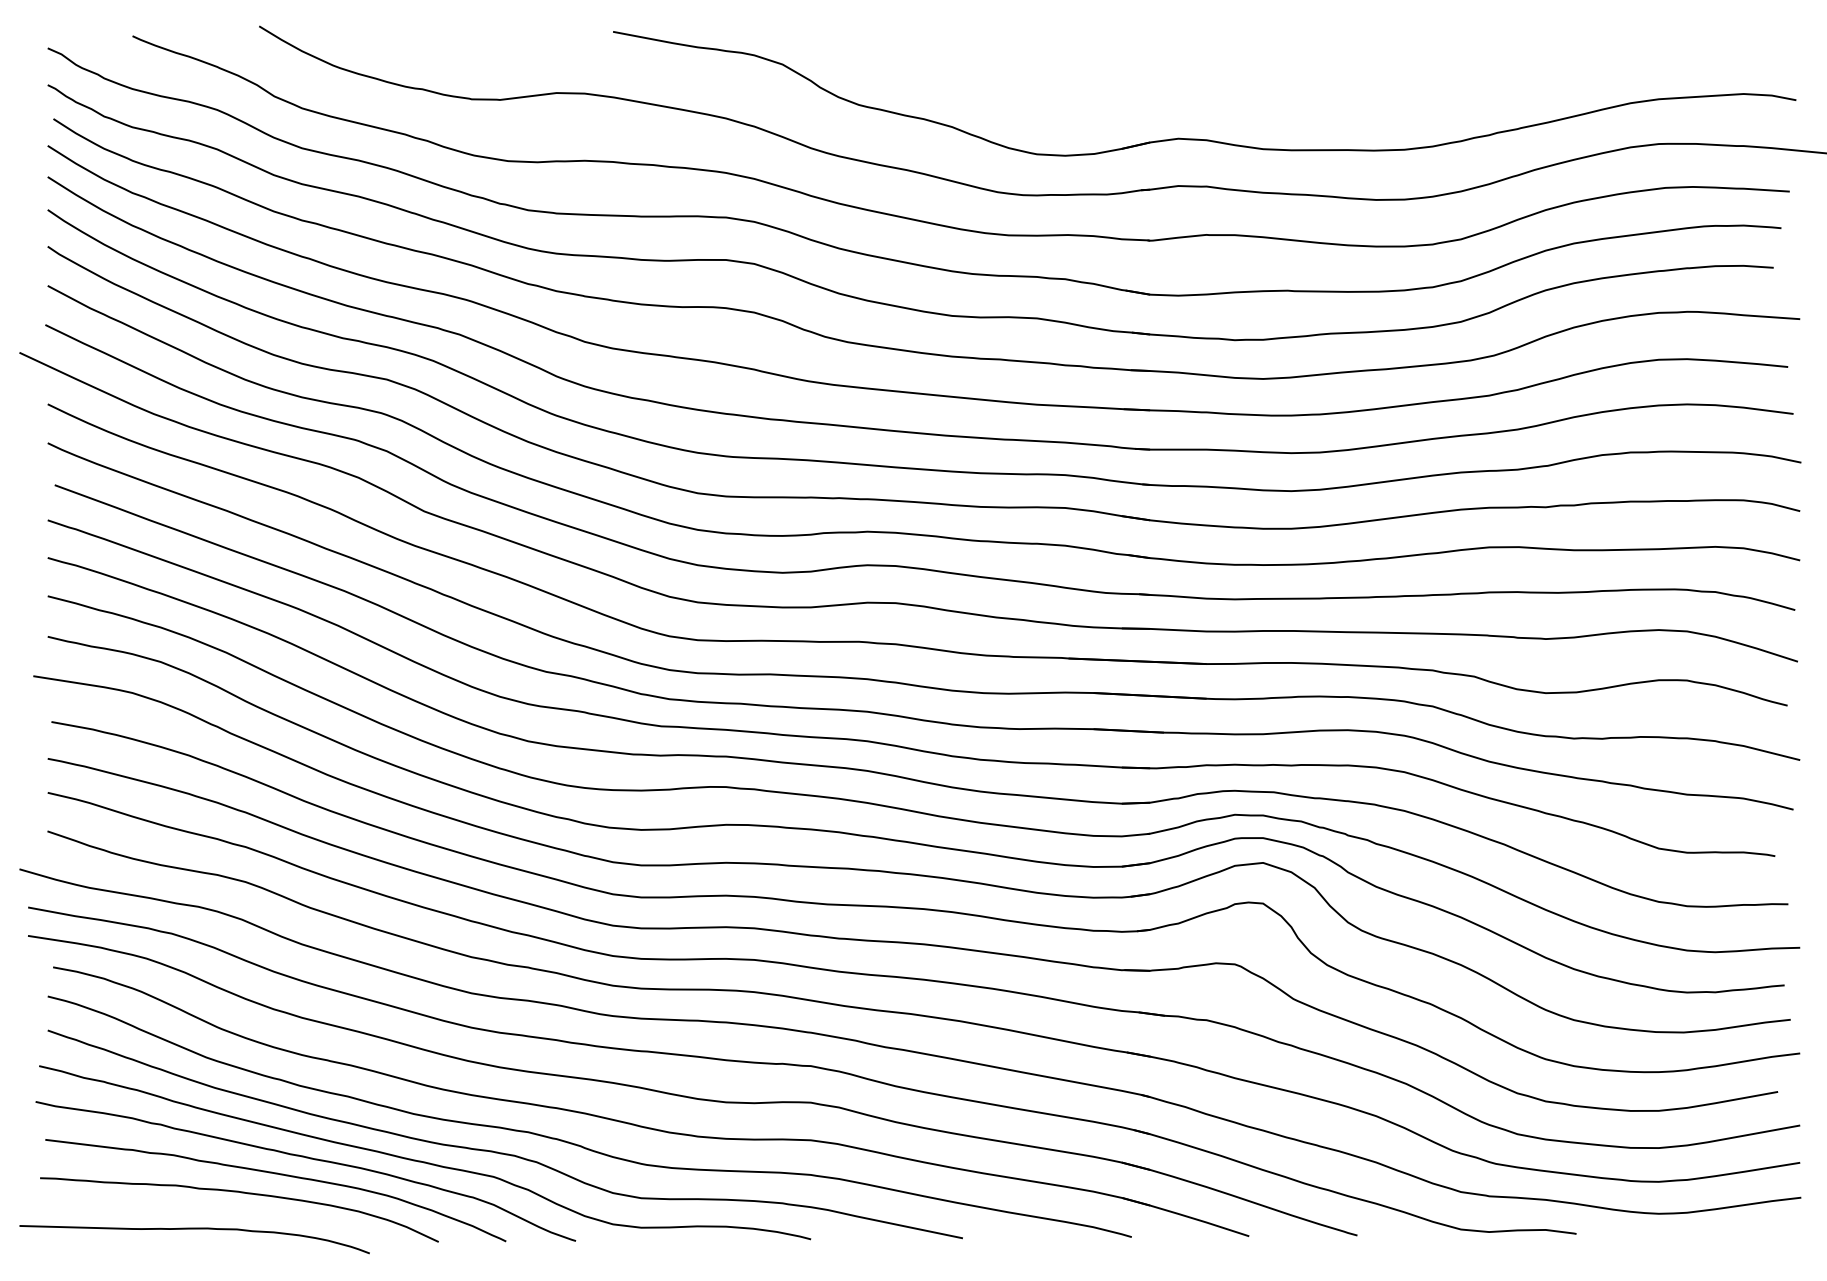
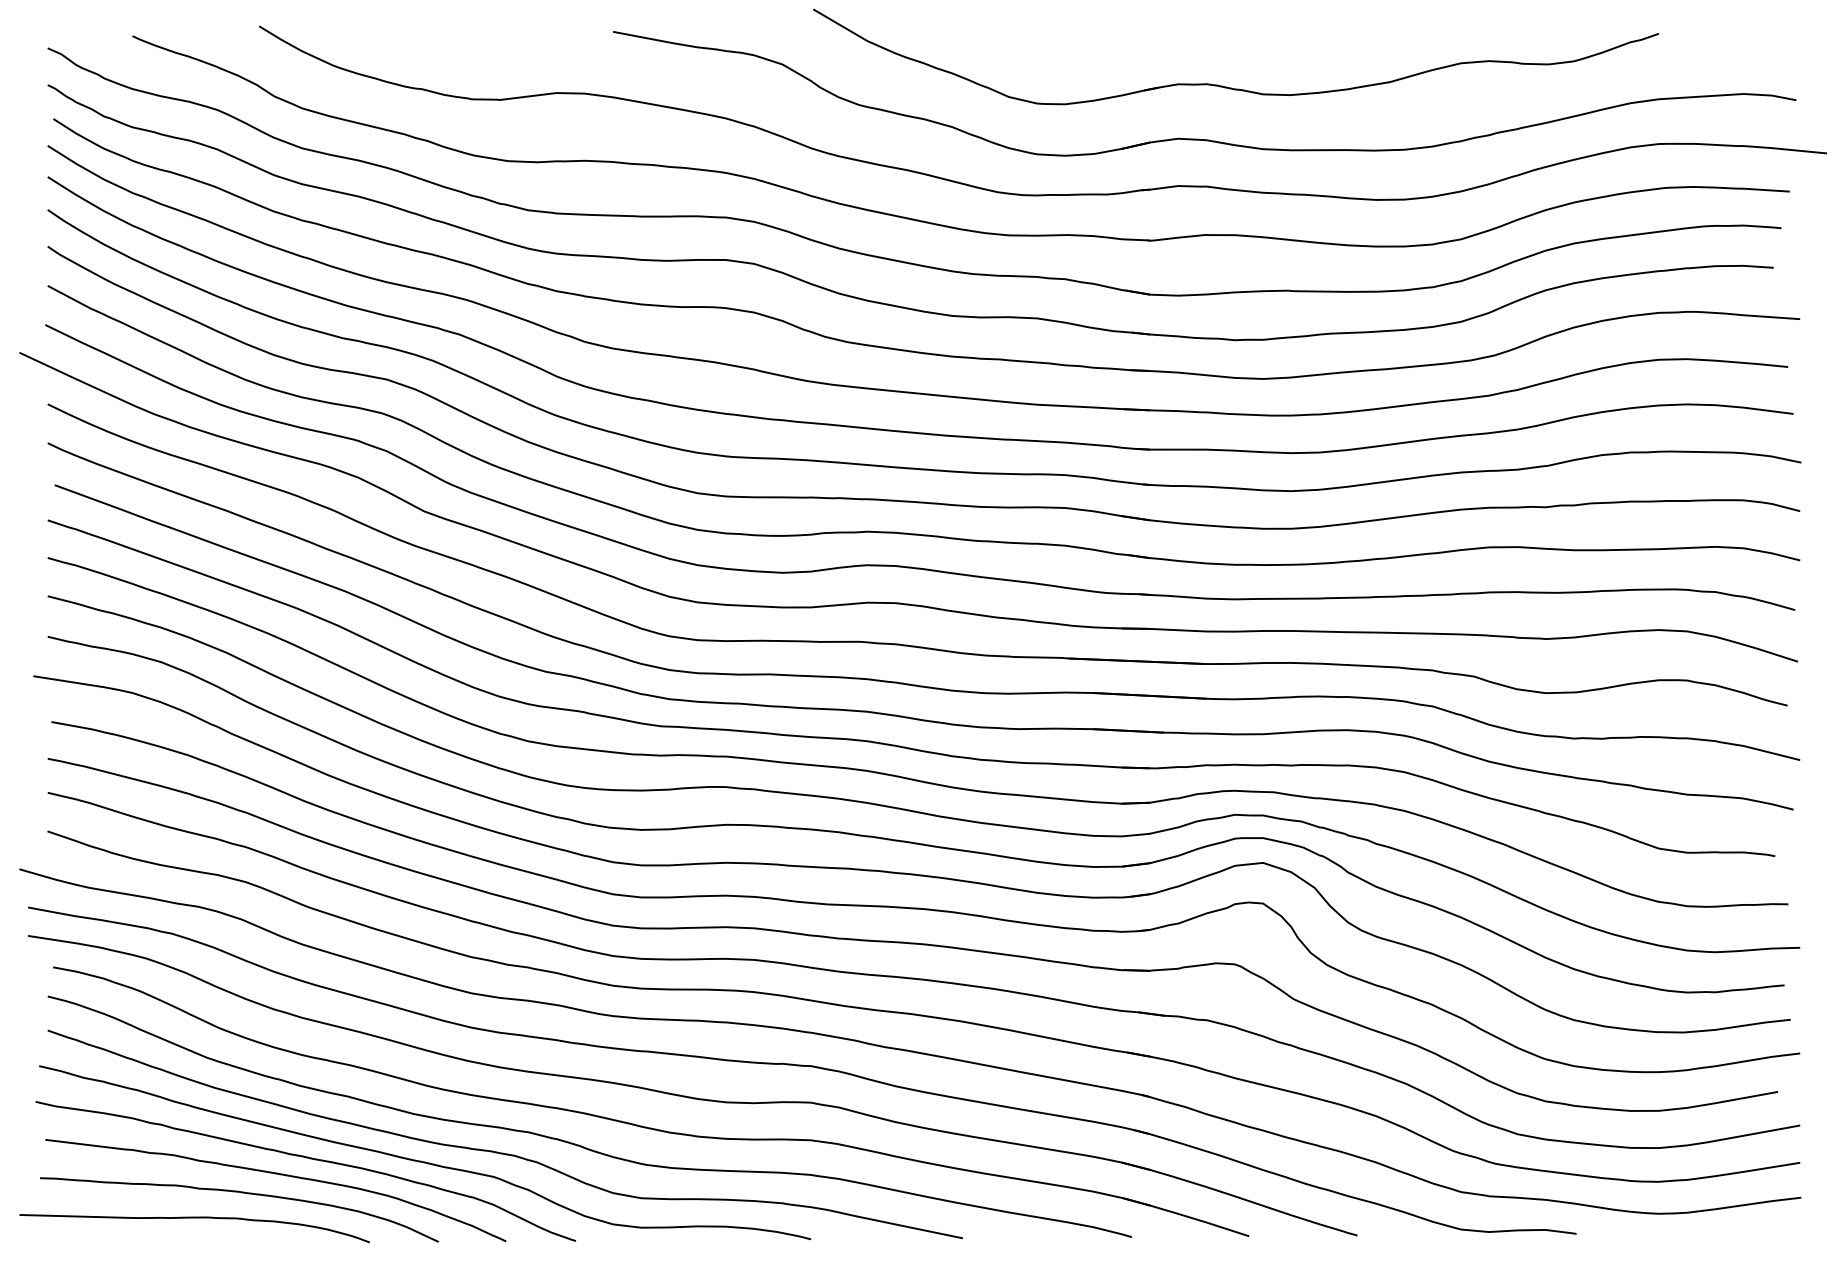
part at (1227, 86): none -> present
curve at (194, 1229) position: (194, 1229) -> (194, 1218)
